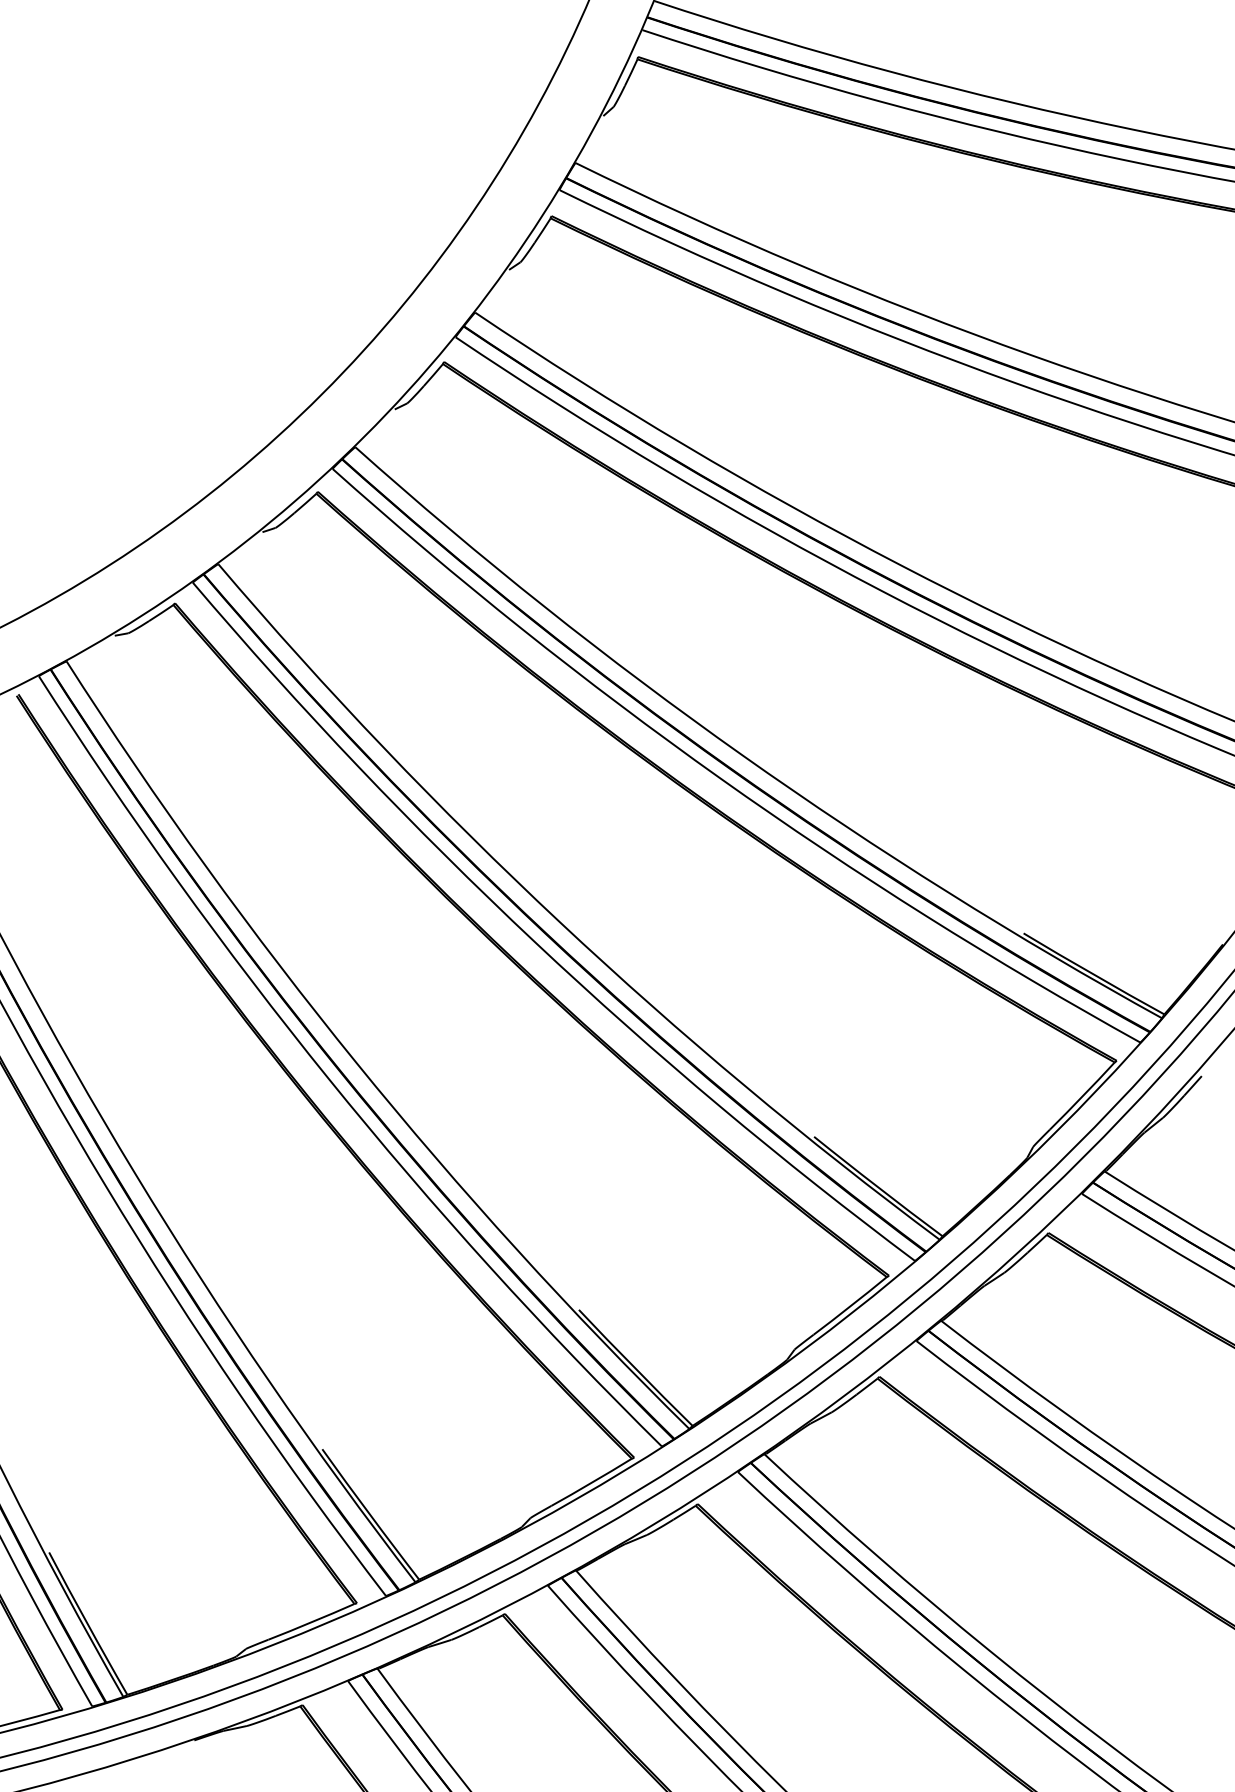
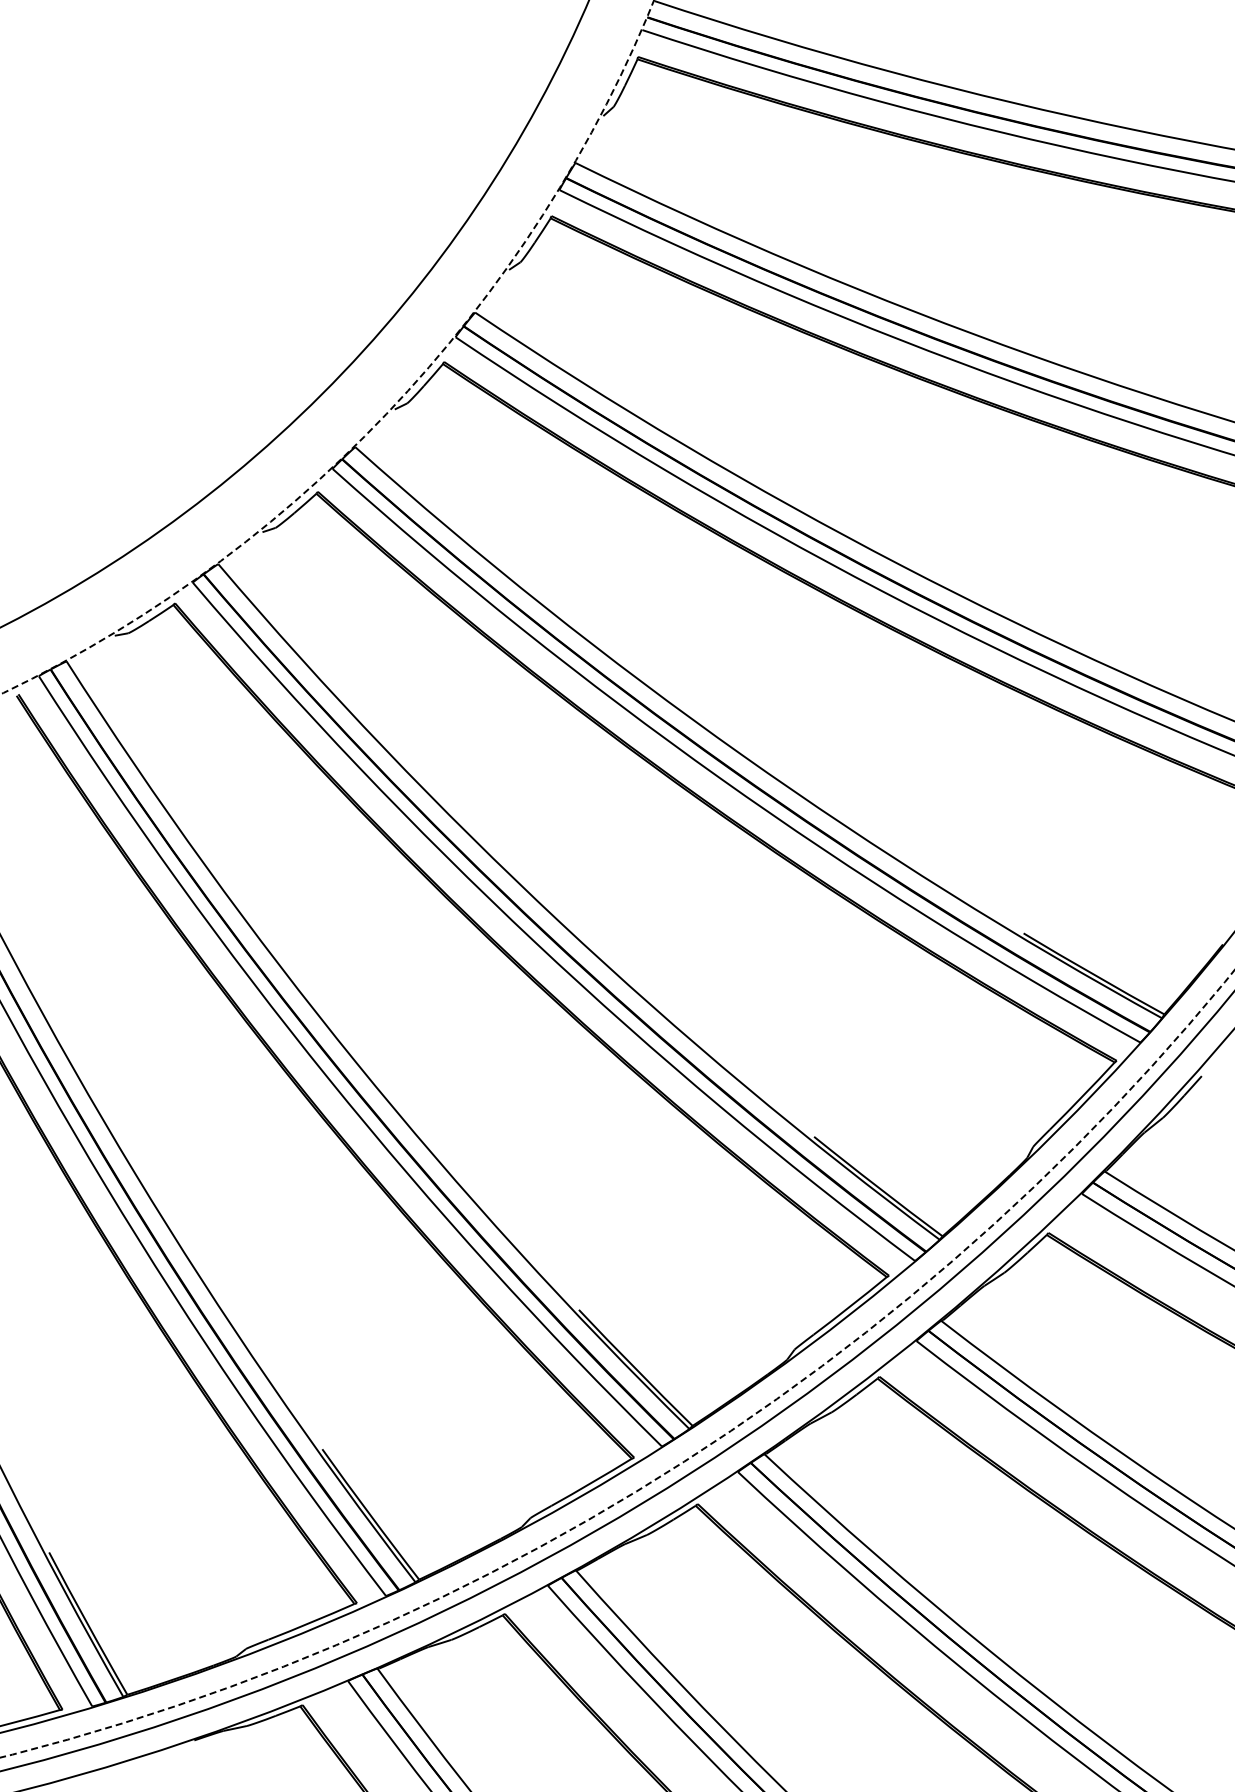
circle at (327, 347): solid -> dashed
circle at (617, 1363): solid -> dashed
